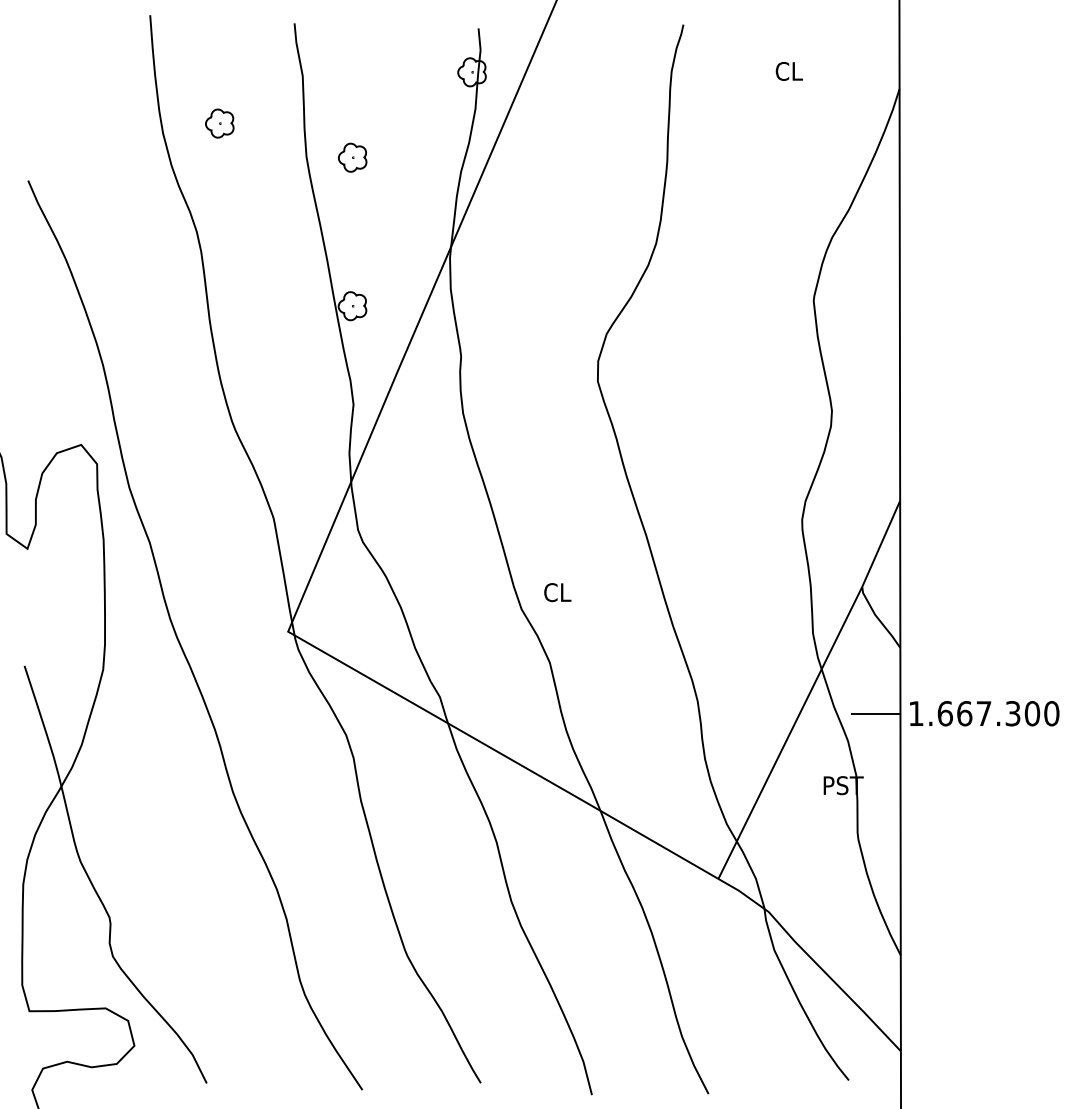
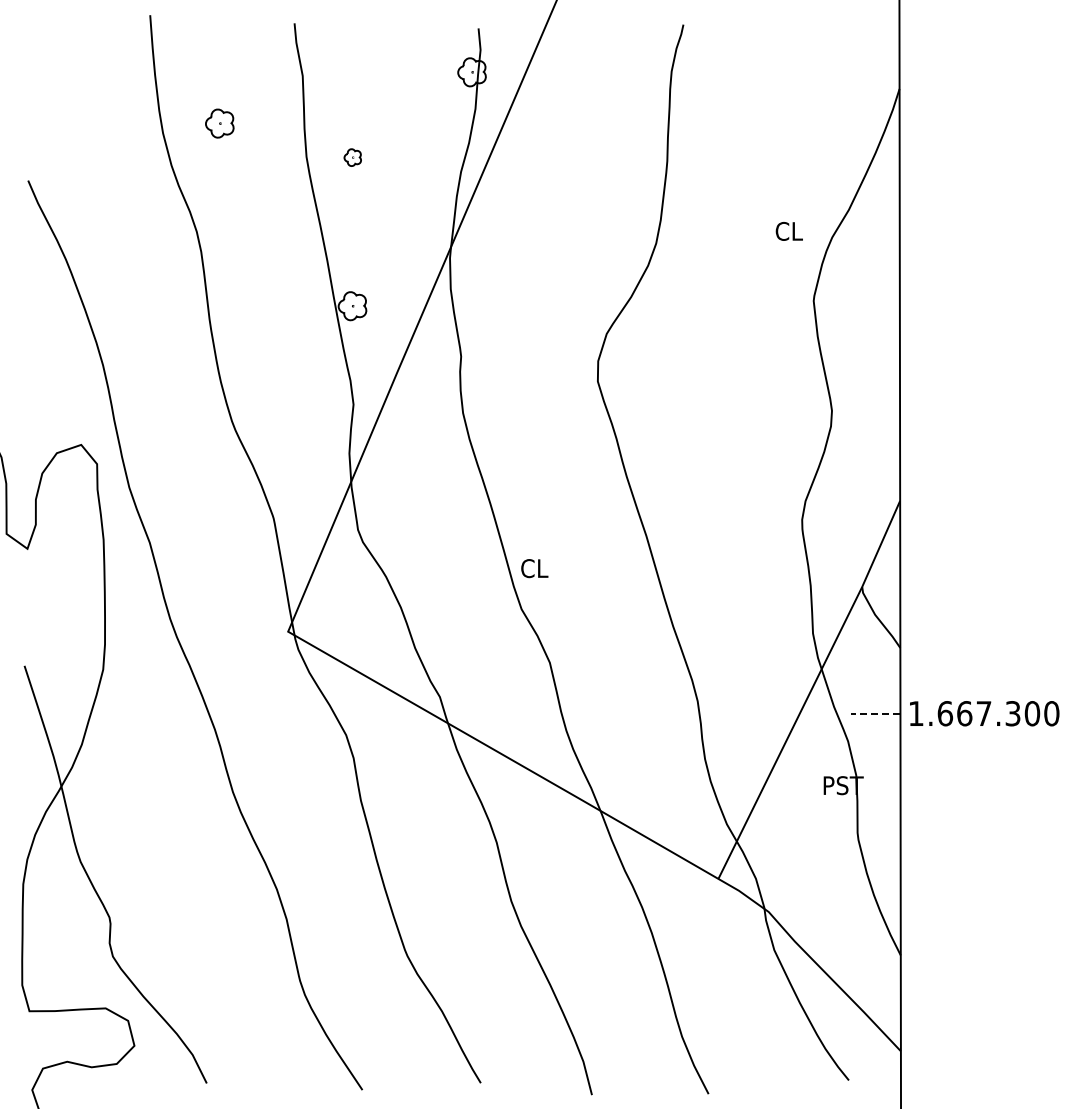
text at (788, 71) position: (788, 71) -> (788, 231)
part at (352, 157) size: 30x31 px -> 19x19 px
text at (557, 592) position: (557, 592) -> (534, 568)
line at (875, 713): solid -> dashed
